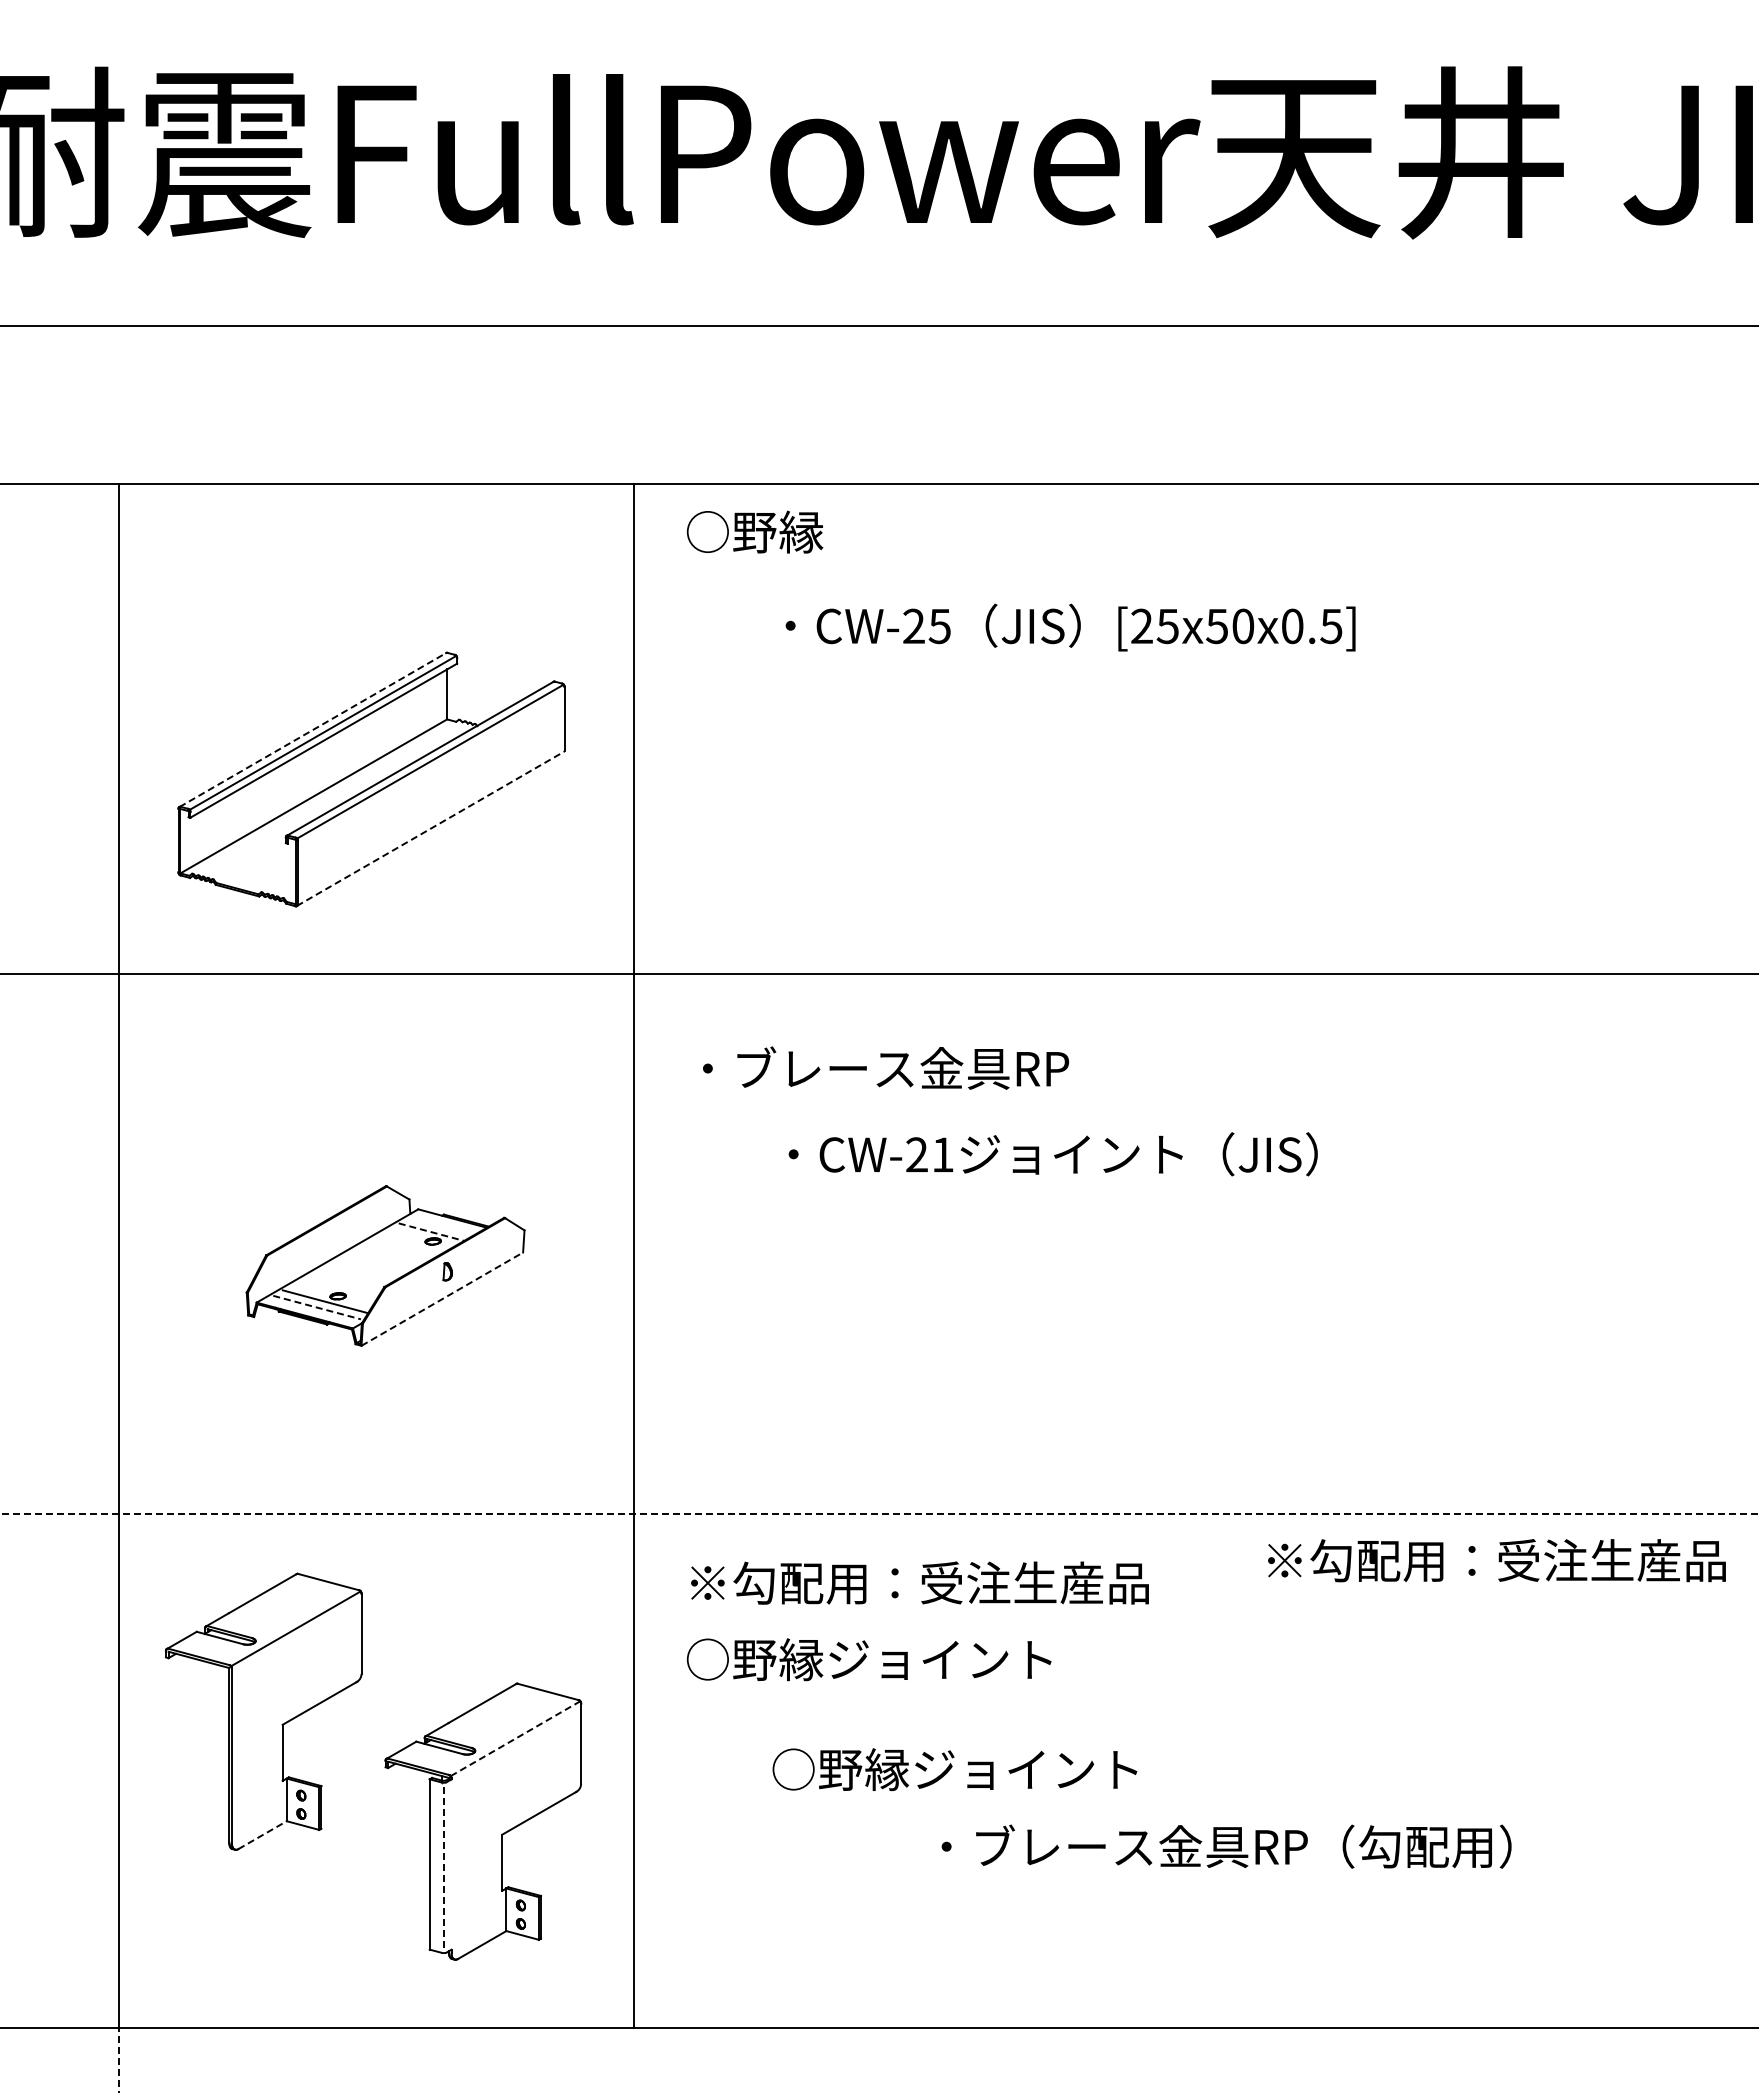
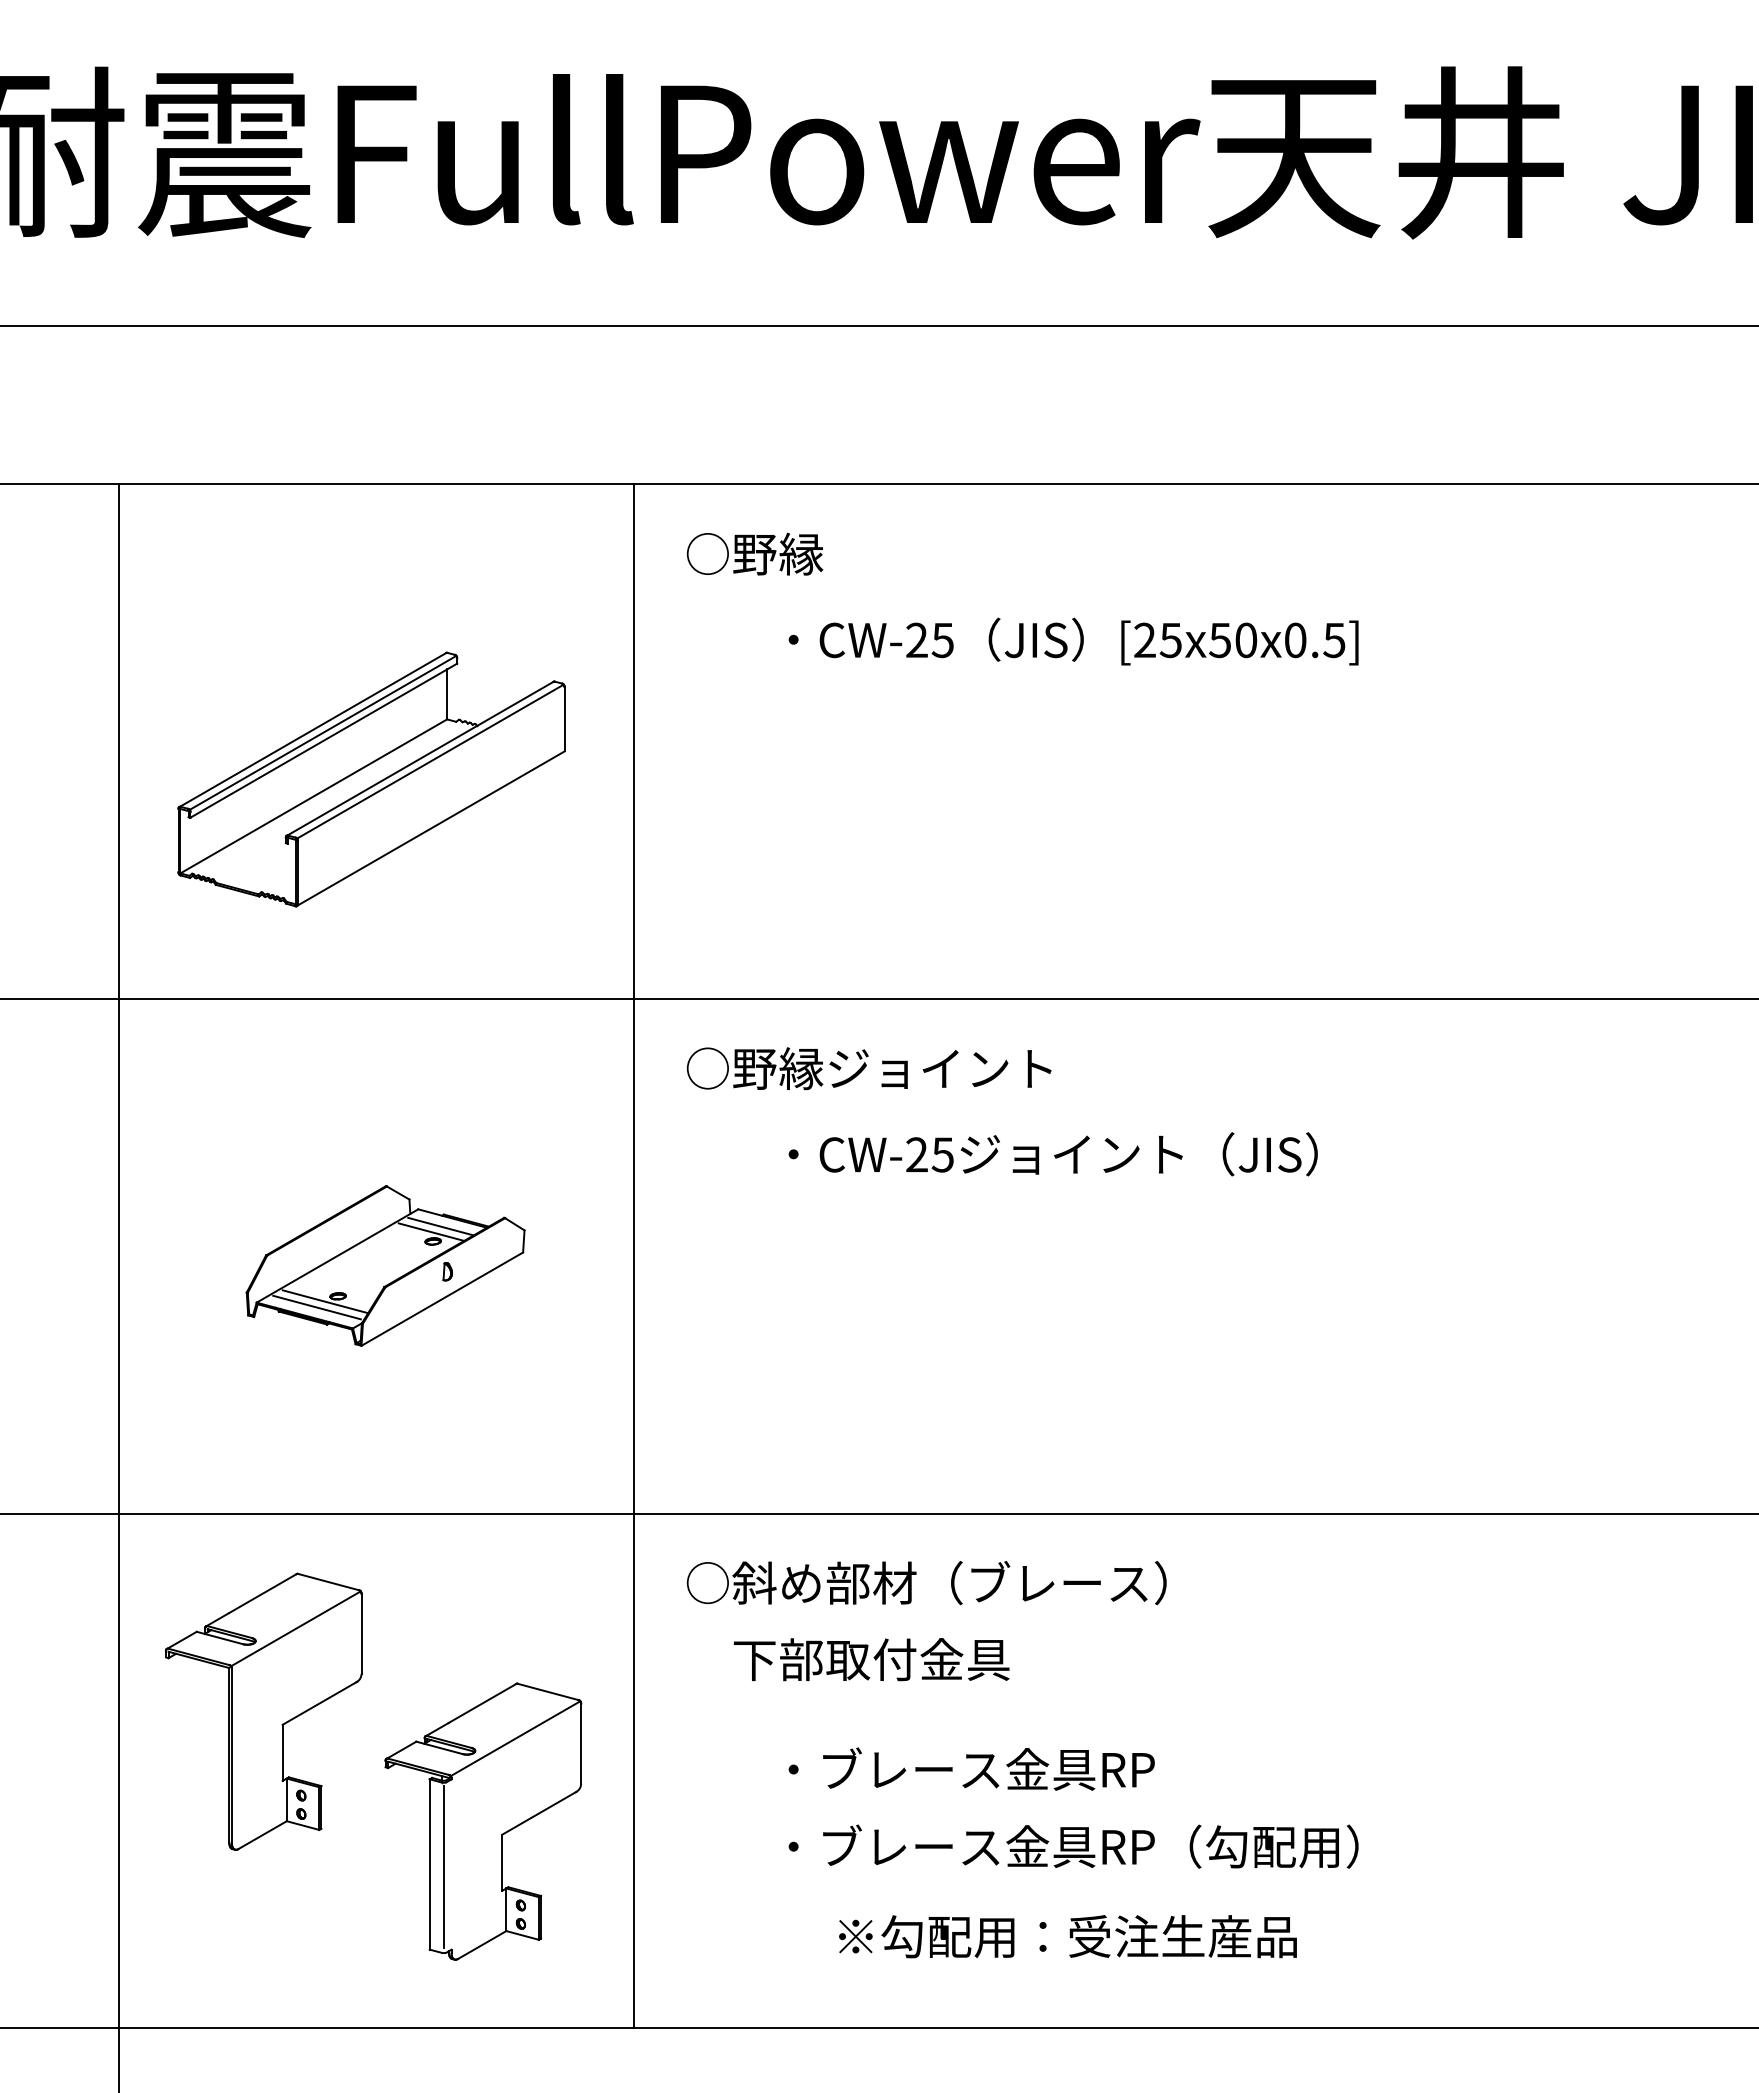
text at (754, 531) position: (754, 531) -> (754, 553)
text at (1070, 627) position: (1070, 627) -> (1073, 641)
line at (312, 730): dashed -> solid
line at (430, 828): dashed -> solid
line at (878, 974) position: (878, 974) -> (878, 999)
text at (877, 1068): ・ブレース金具RP -> ○野縁ジョイント
text at (942, 1154): CW-21 -> CW-25
line at (440, 1226): none -> present
line at (431, 1232): dashed -> solid
line at (442, 1298): dashed -> solid
line at (317, 1307): dashed -> solid
line at (879, 1513): dashed -> solid
text at (1496, 1560) position: (1496, 1560) -> (1067, 1936)
text at (926, 1583): ※勾配用：受注生産品 -> ○斜め部材（ブレース）
text at (868, 1659): ○野縁ジョイント -> 下部取付金具
line at (515, 1738): dashed -> solid
text at (963, 1769): ○野縁ジョイント -> ・ブレース金具RP
line at (262, 1835): dashed -> solid
text at (1226, 1846) position: (1226, 1846) -> (1073, 1846)
line at (444, 1866): dashed -> solid
line at (119, 2060): dashed -> solid
